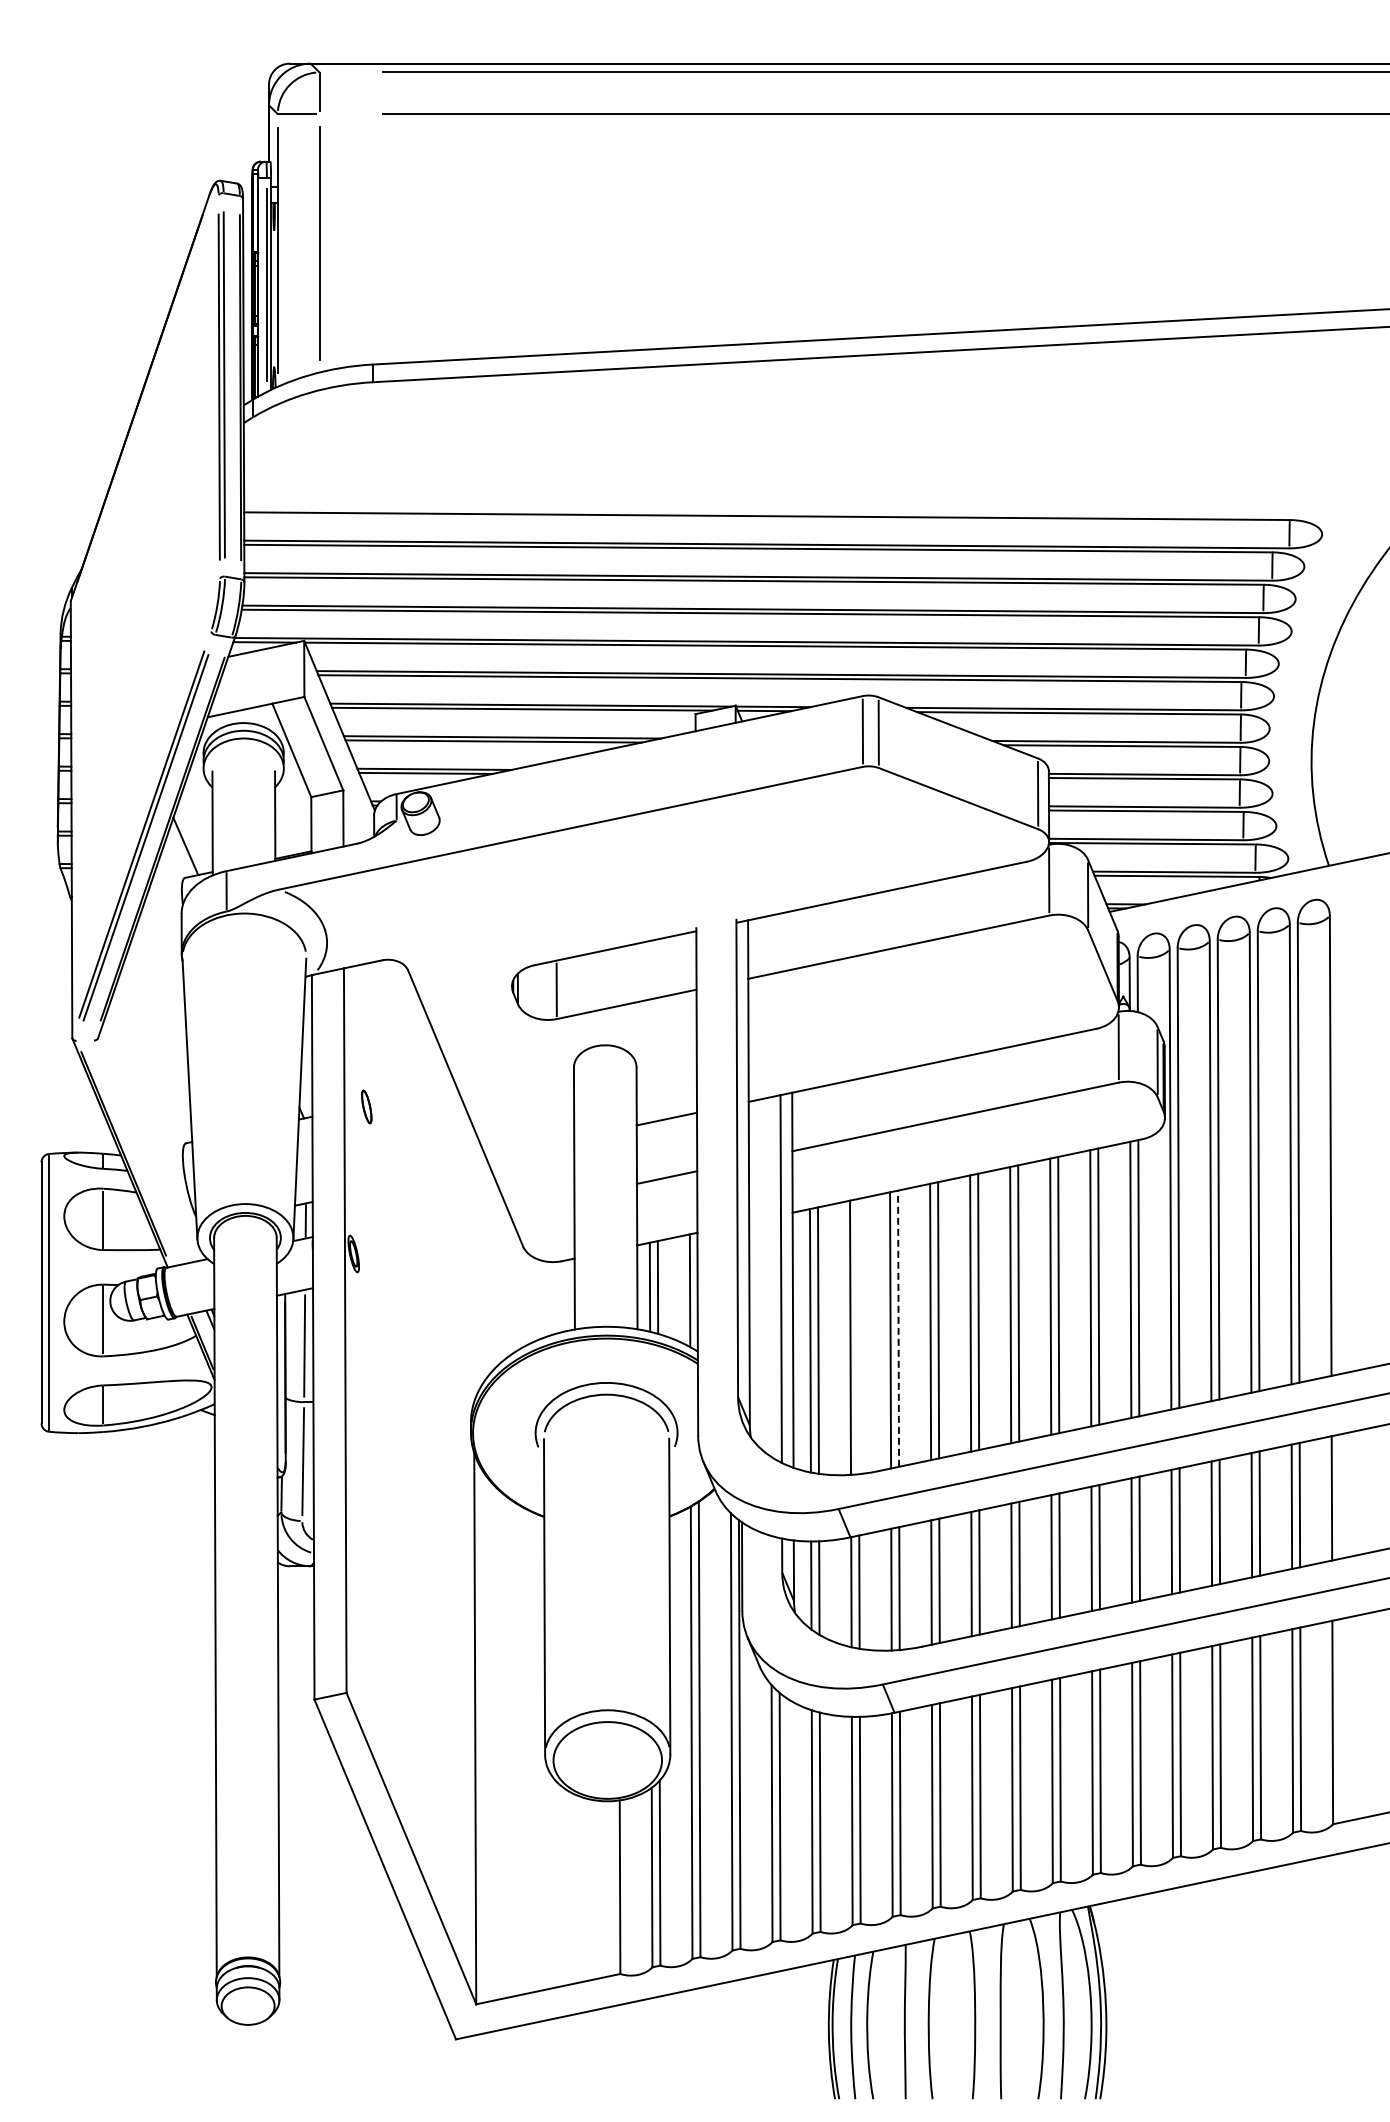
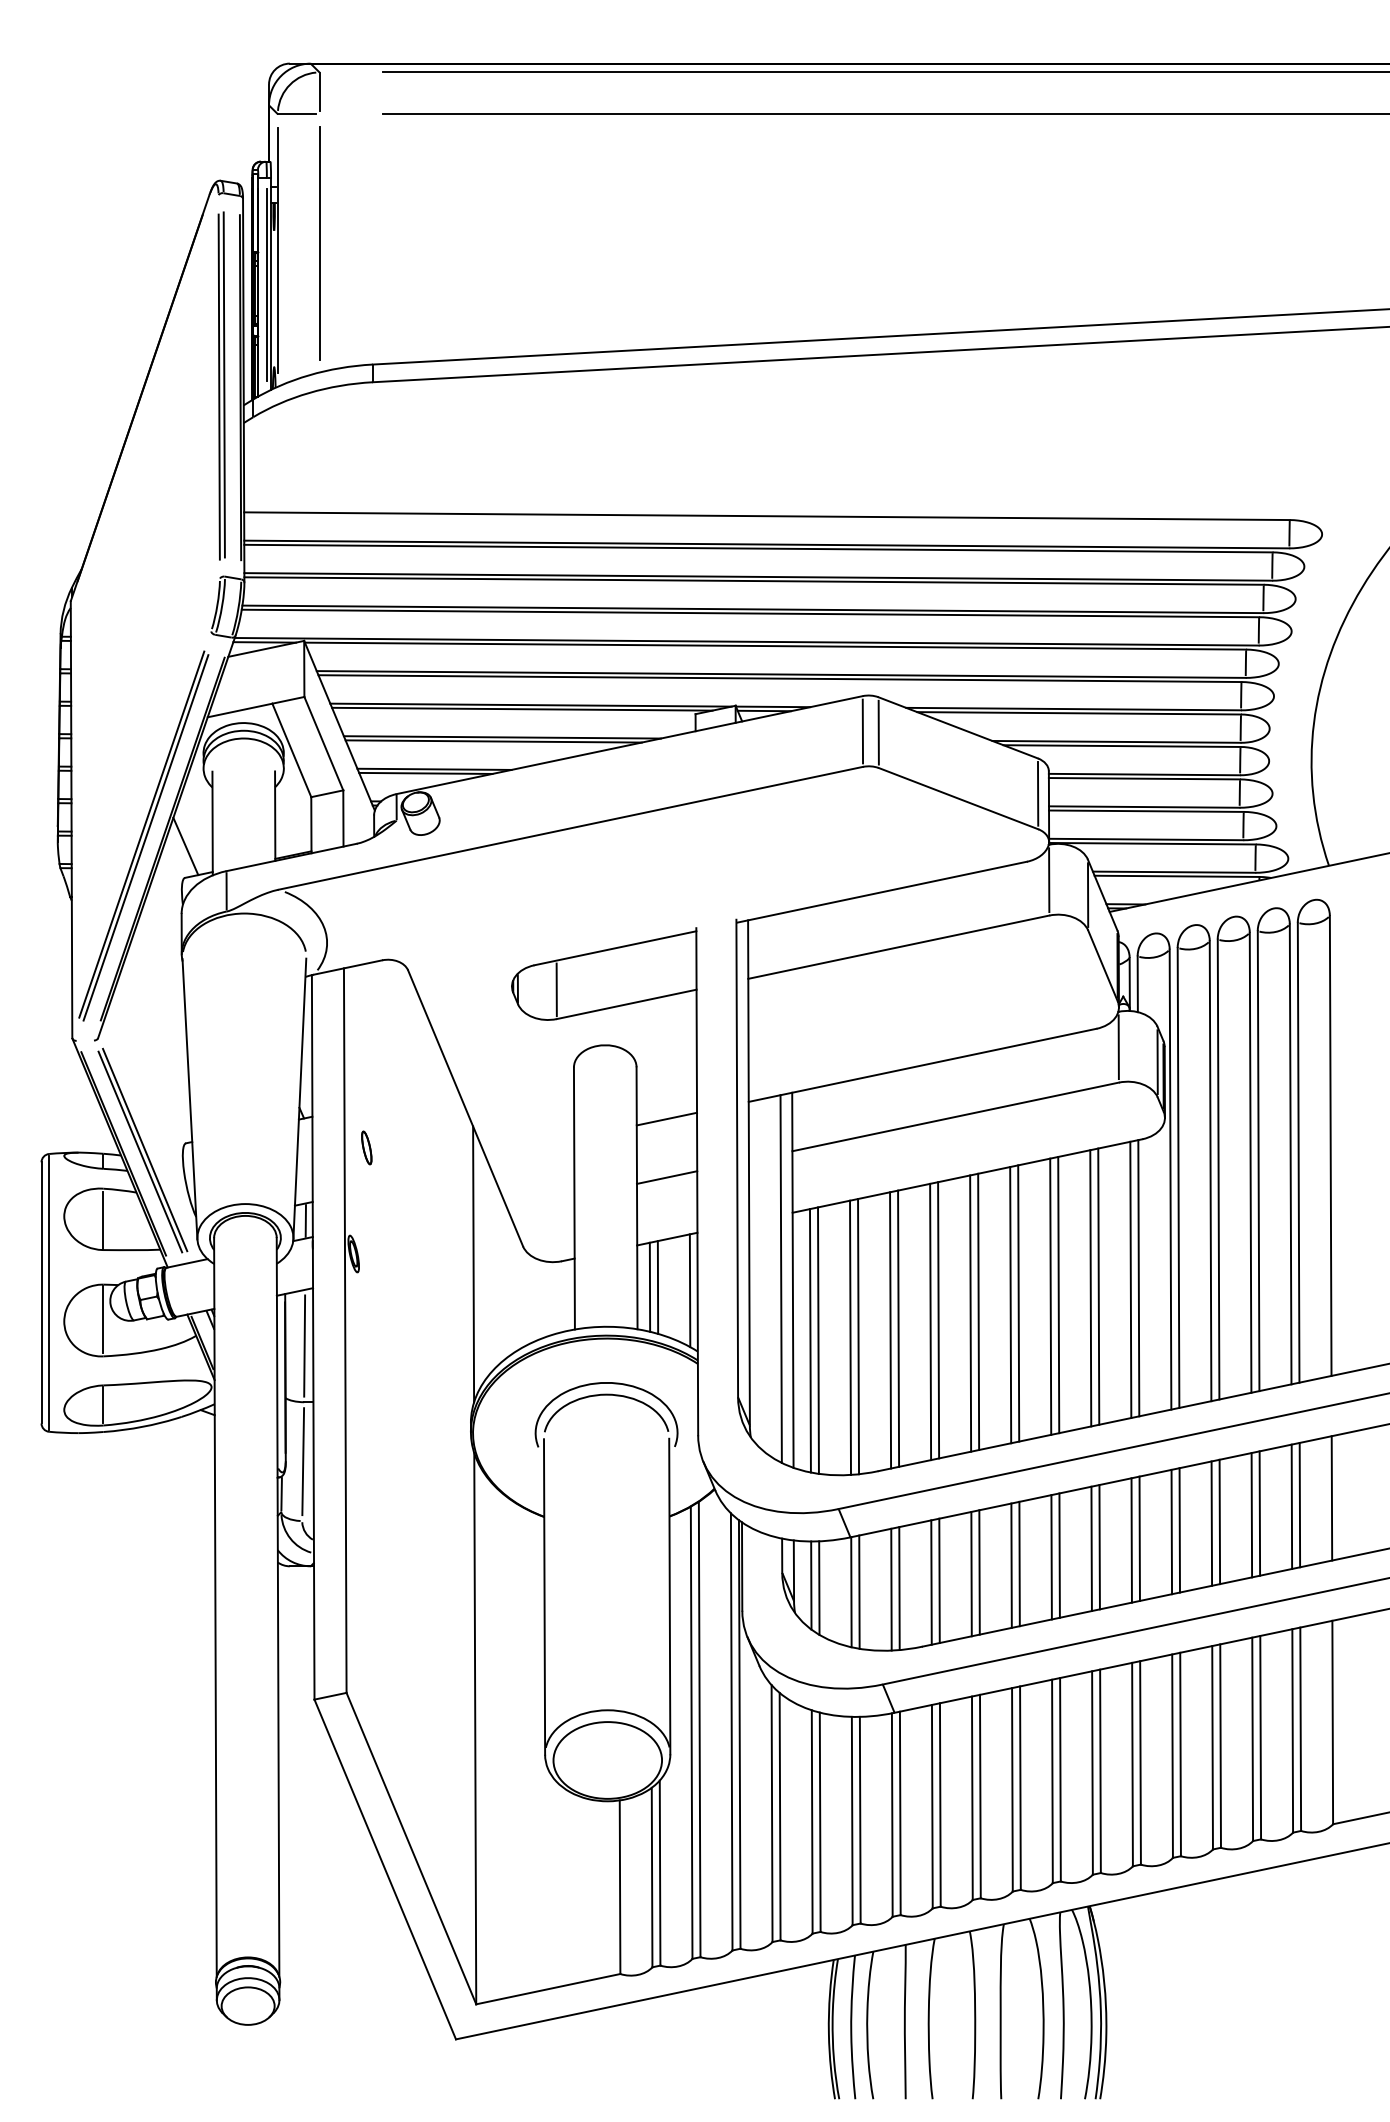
part at (366, 1106) position: (366, 1106) -> (366, 1147)
part at (142, 1150): none -> present
line at (473, 1264): none -> present
line at (898, 1328): dashed -> solid
line at (858, 1336): none -> present
